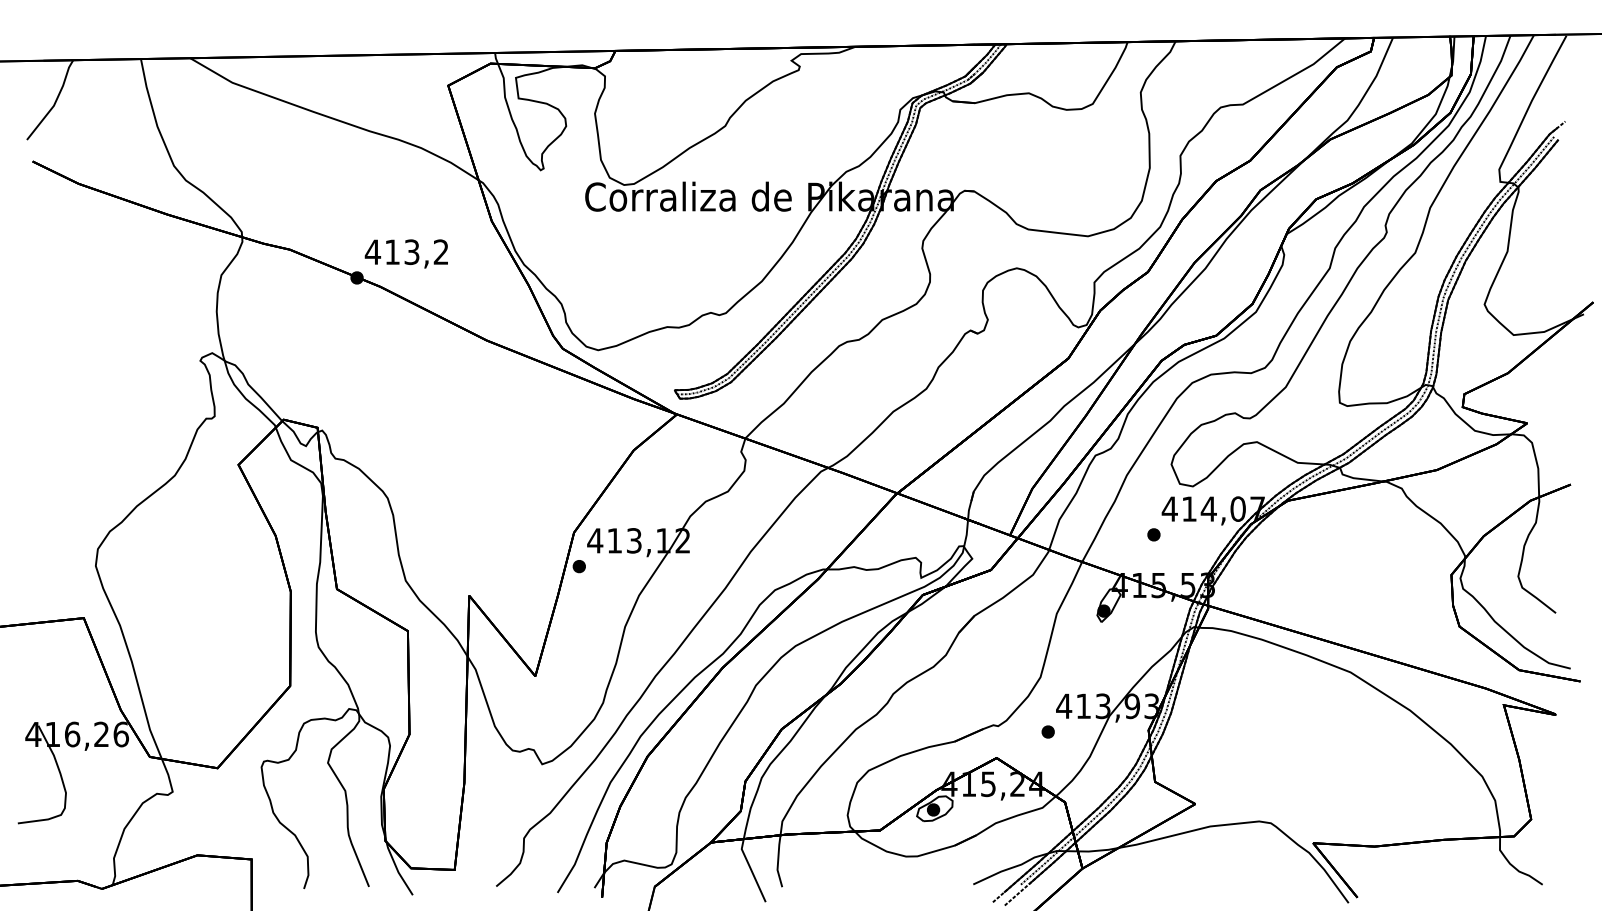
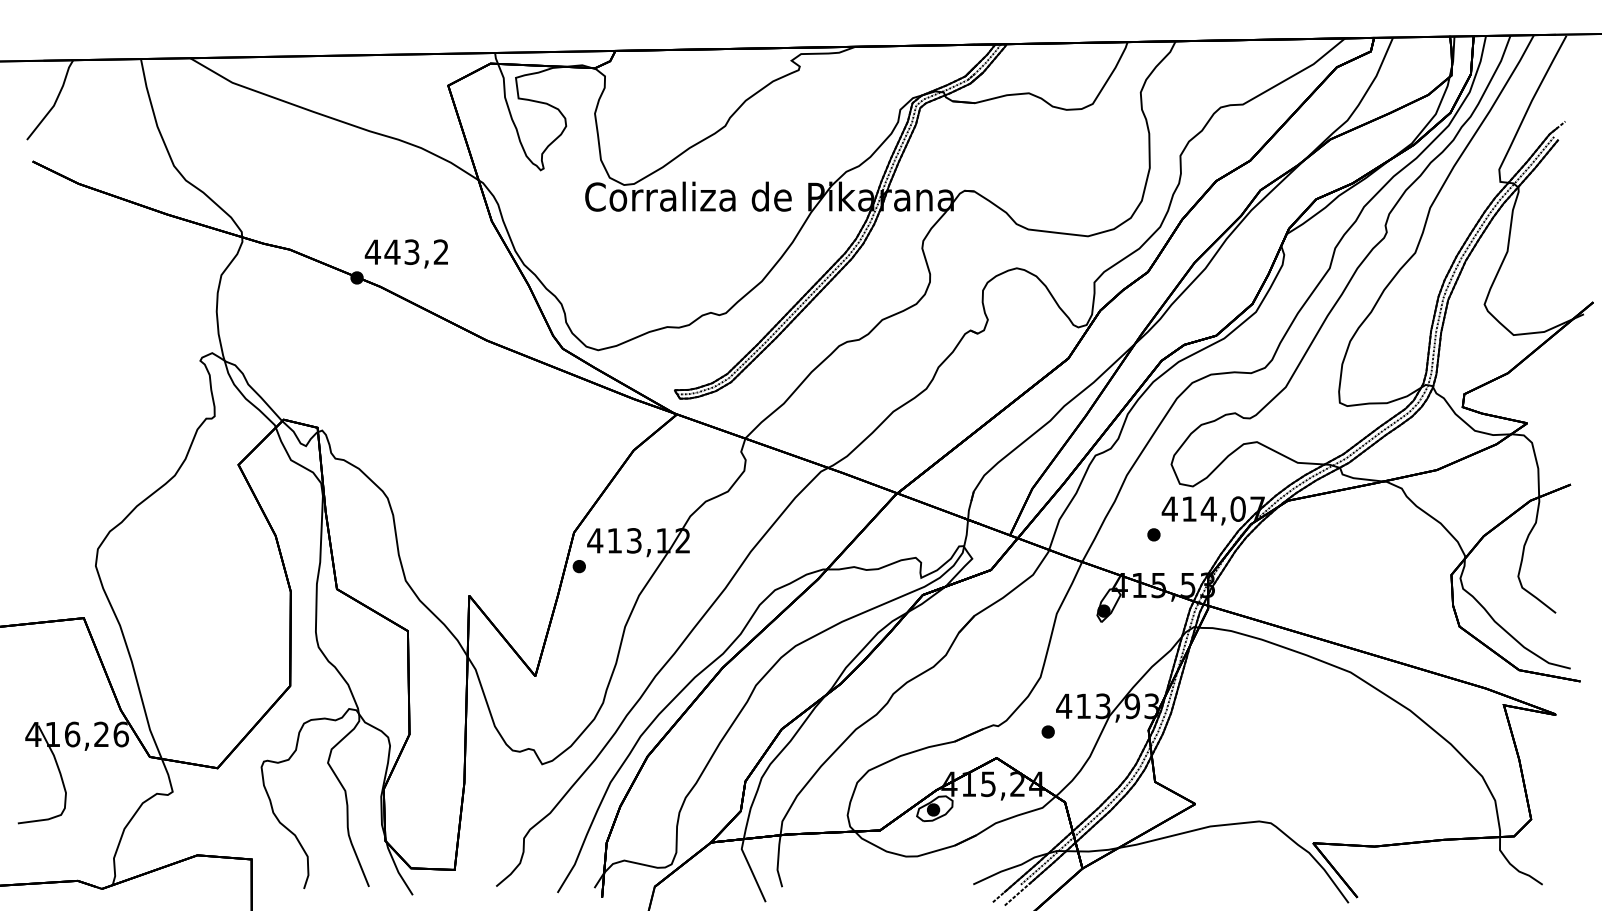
text at (392, 251): 413,2 -> 443,2
